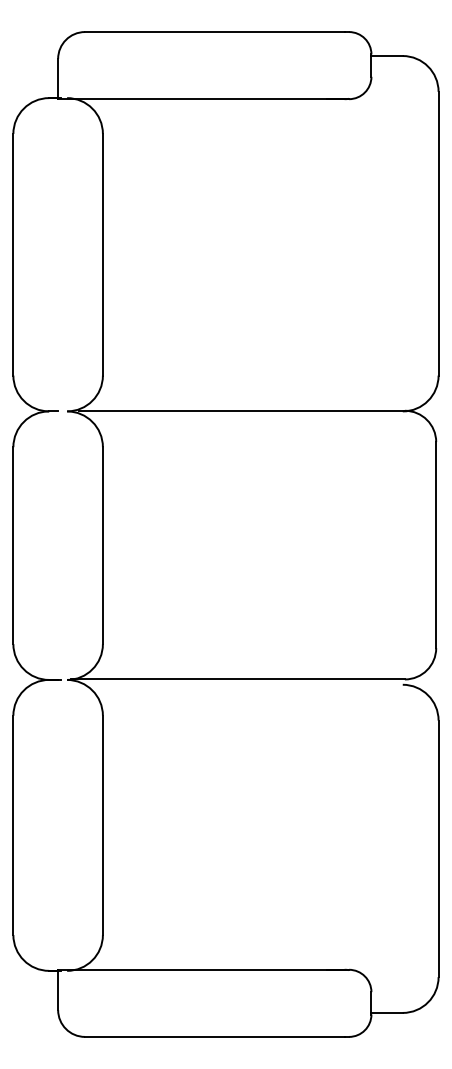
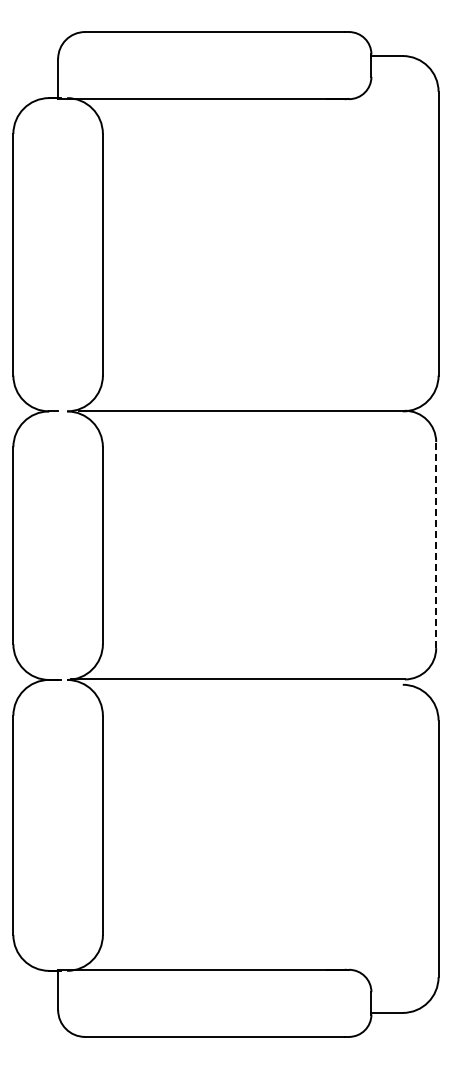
line at (436, 544): solid -> dashed
